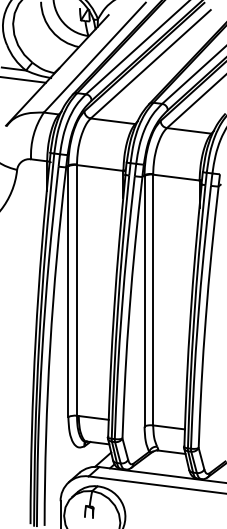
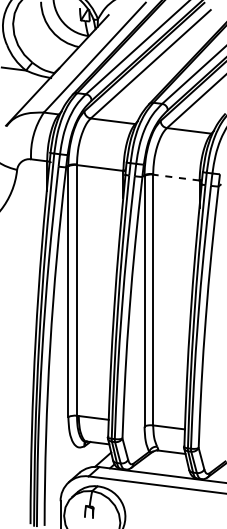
line at (23, 79): present -> none
line at (175, 177): solid -> dashed
